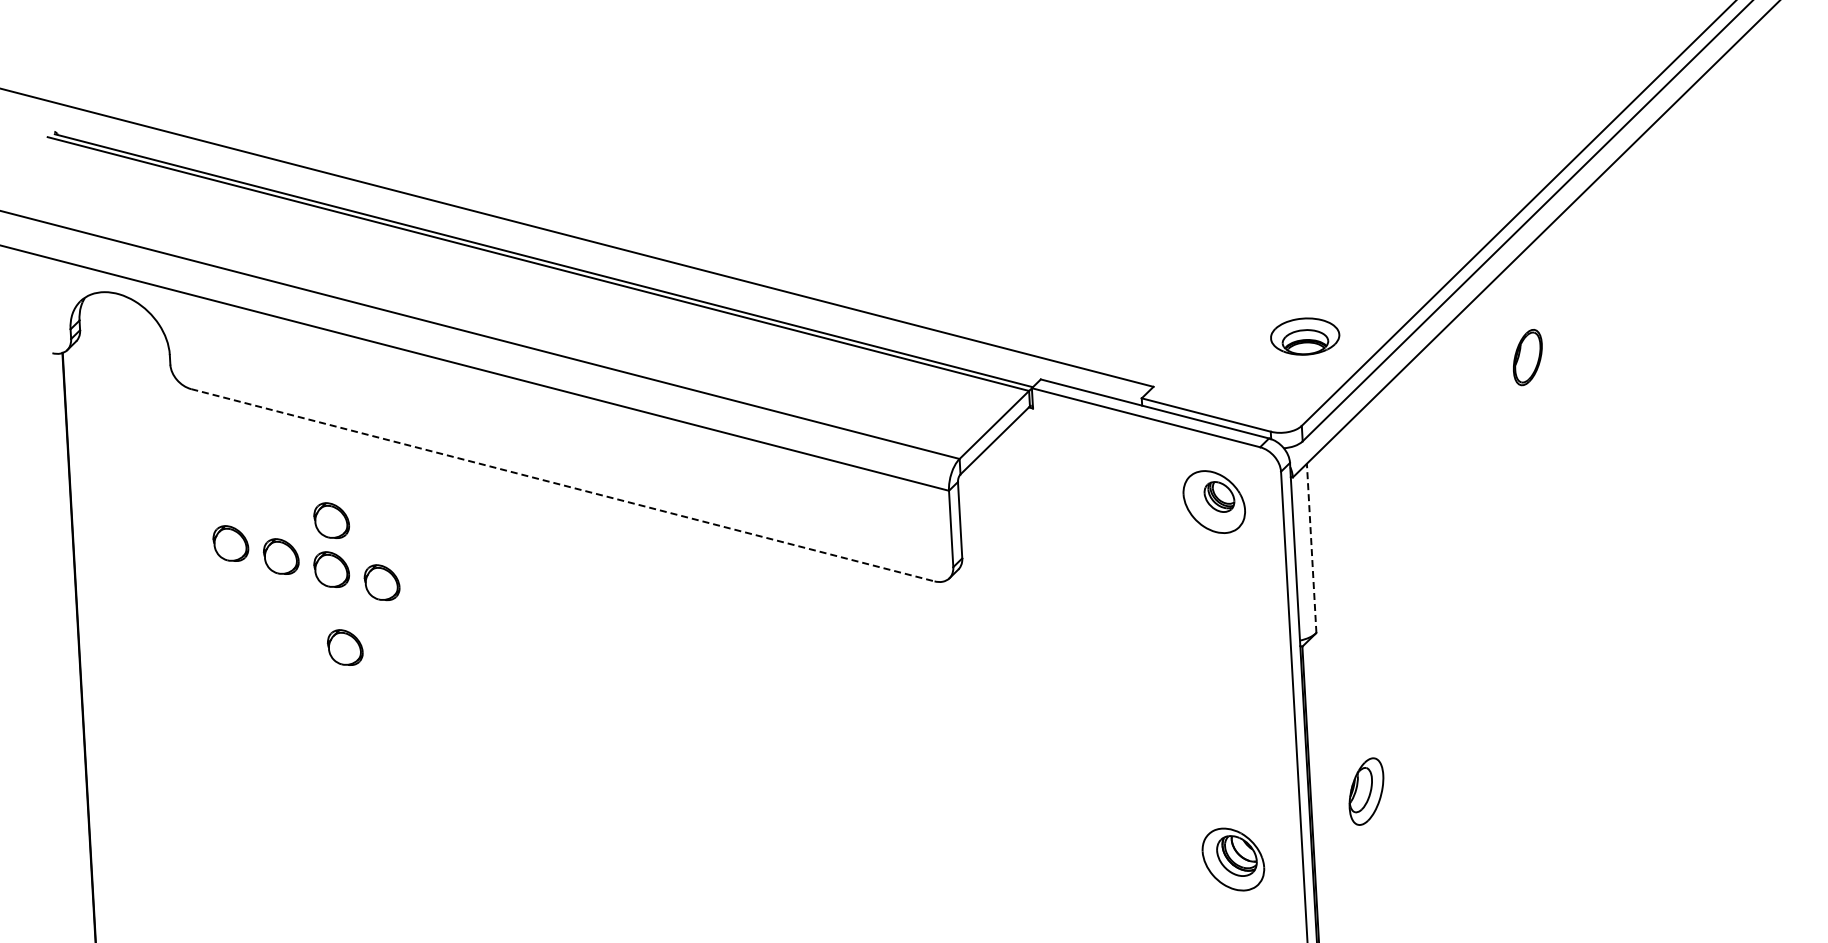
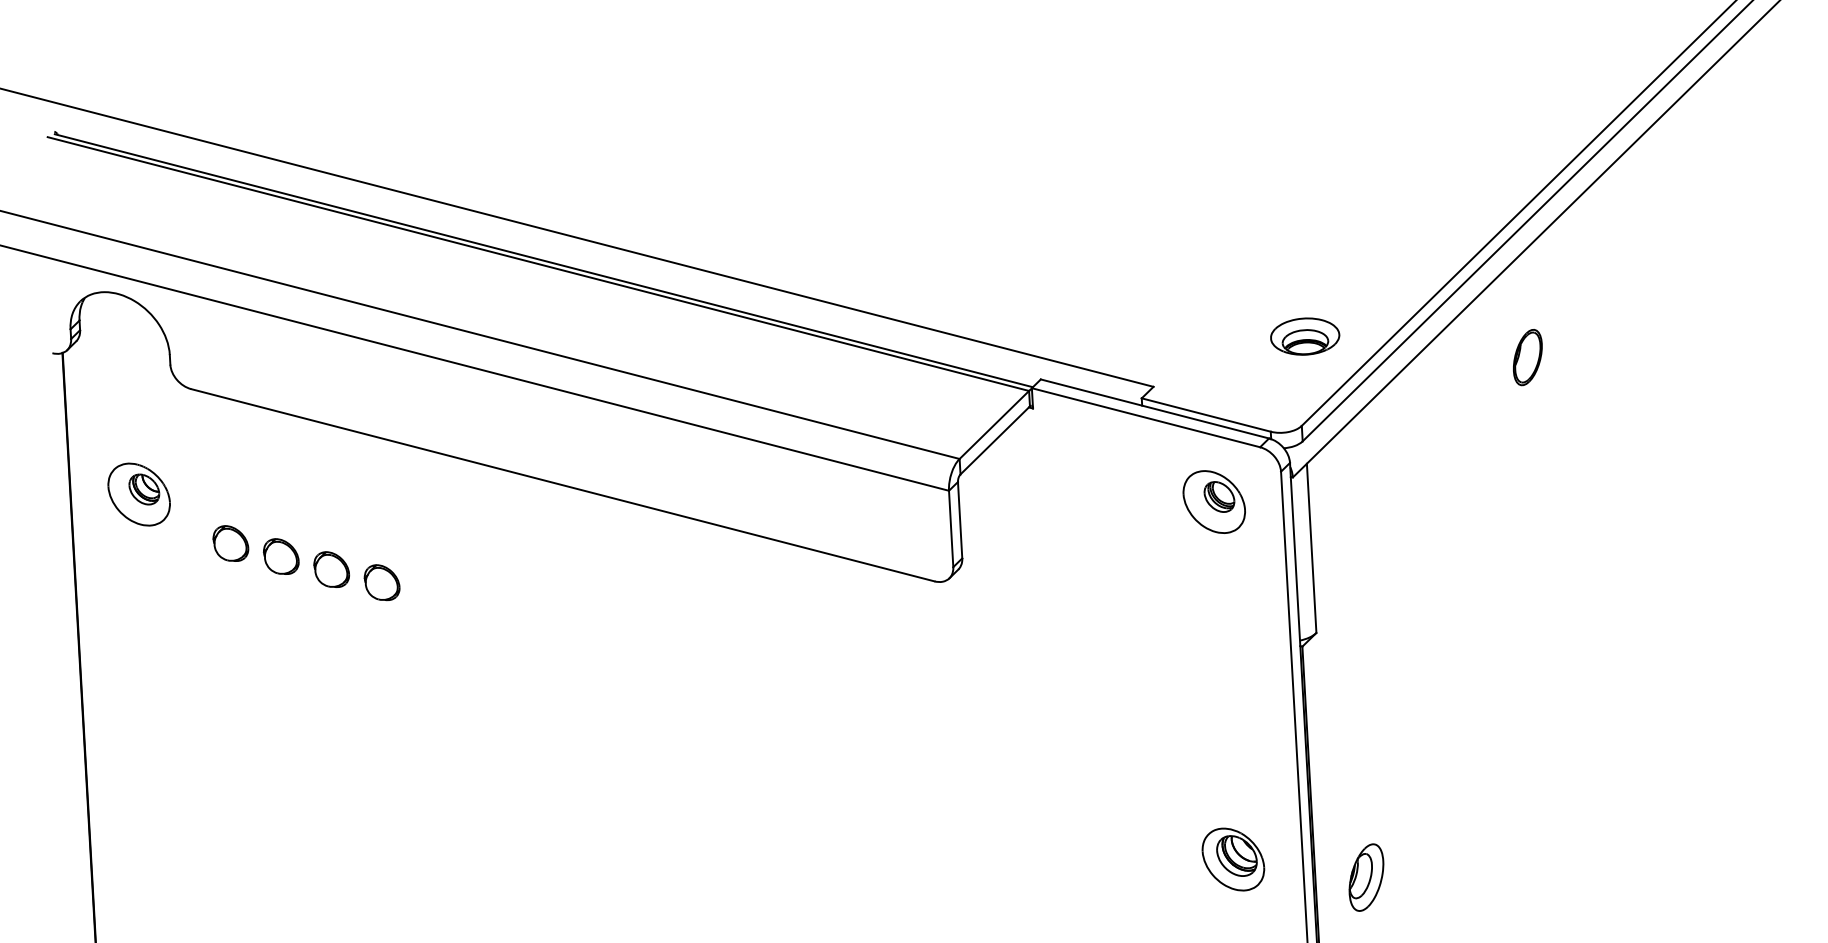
line at (562, 485): dashed -> solid
part at (138, 494): none -> present
part at (331, 520): present -> none
line at (1311, 548): dashed -> solid
part at (345, 647): present -> none
part at (1366, 791) position: (1366, 791) -> (1366, 877)
